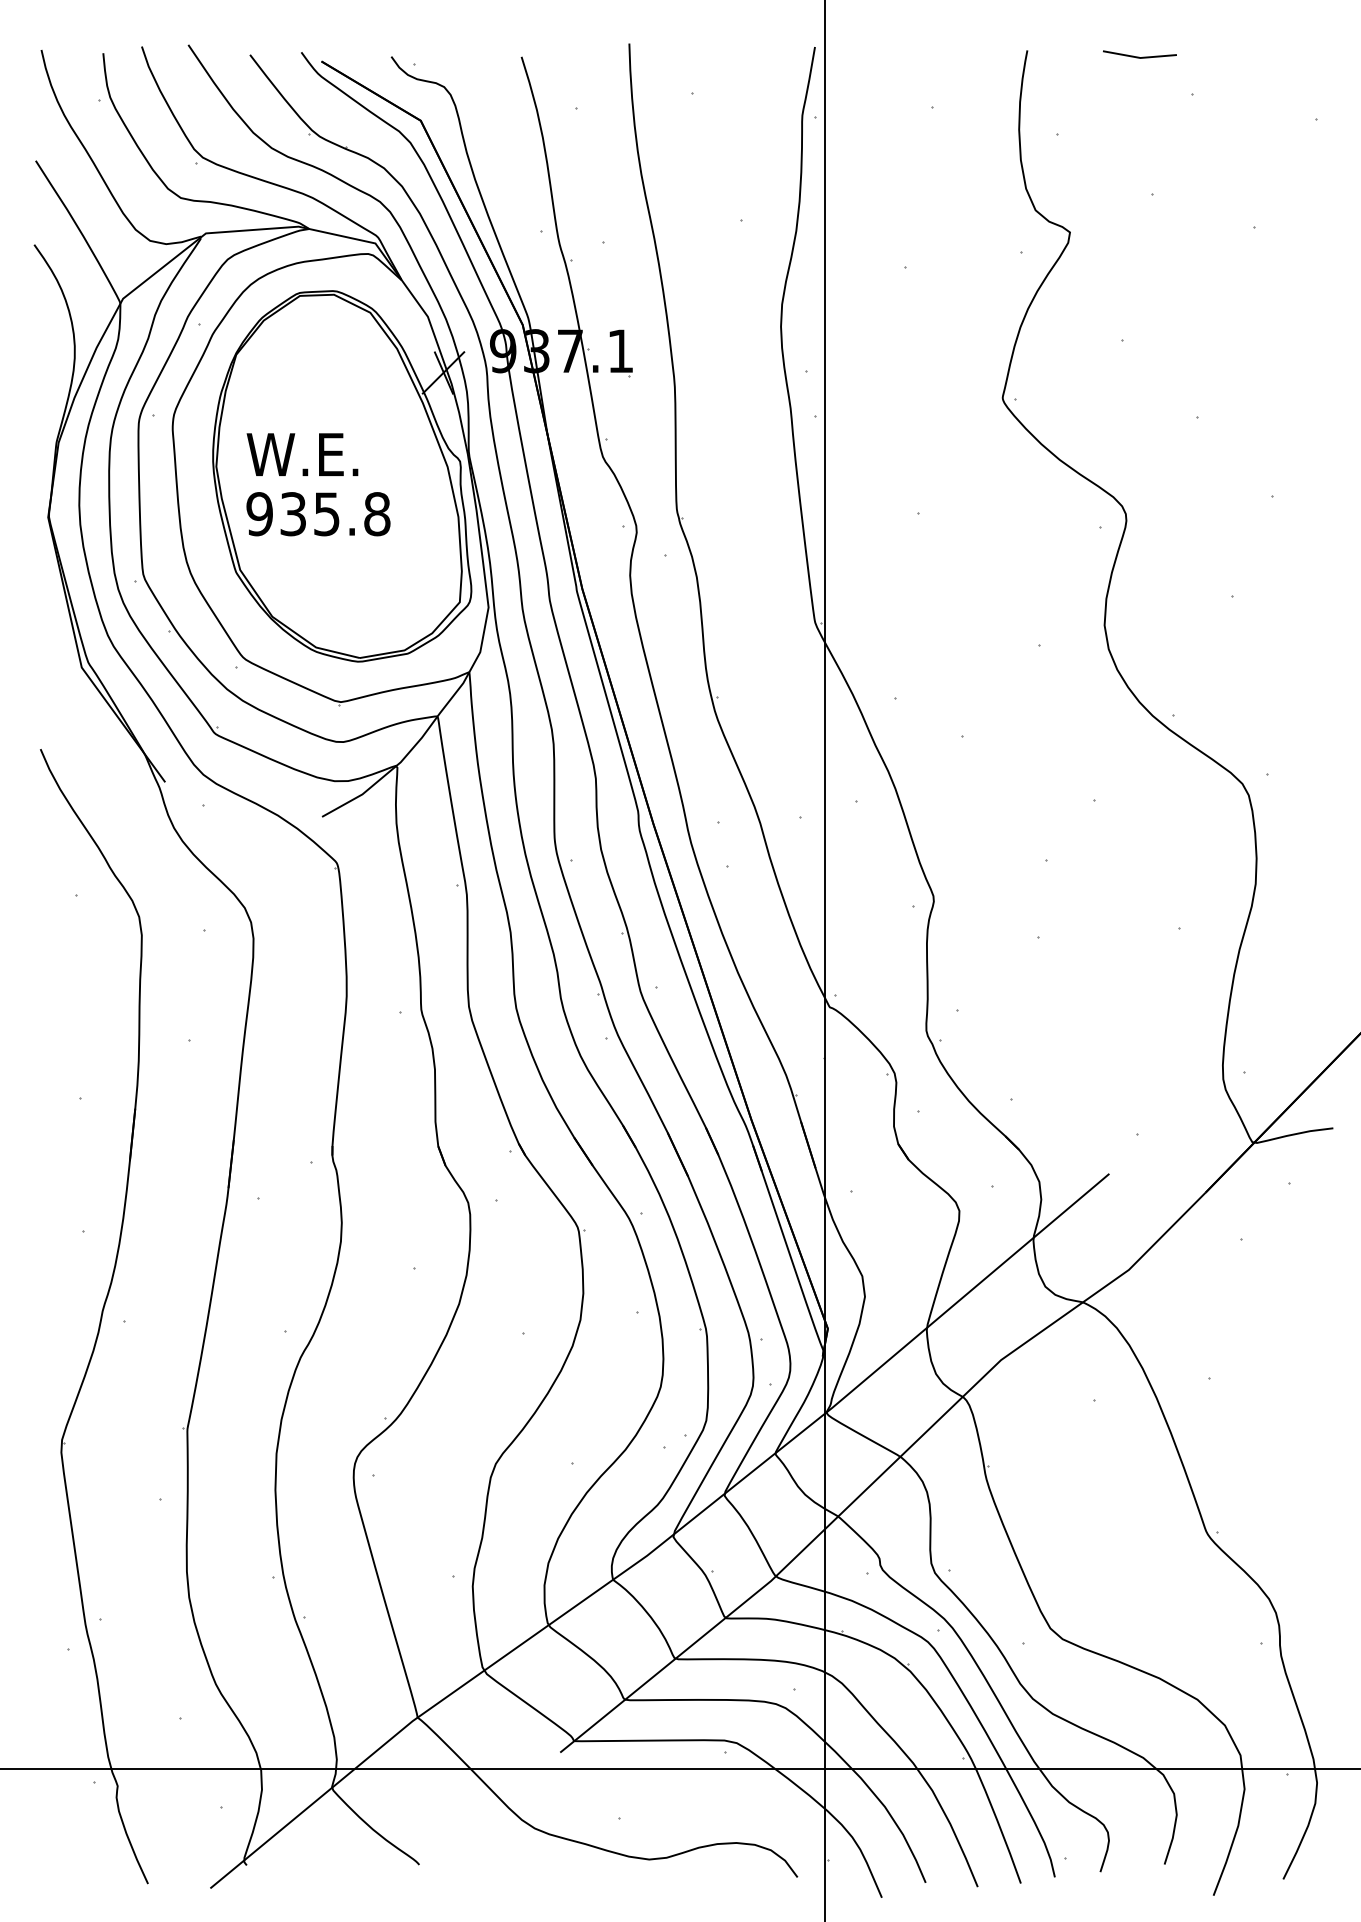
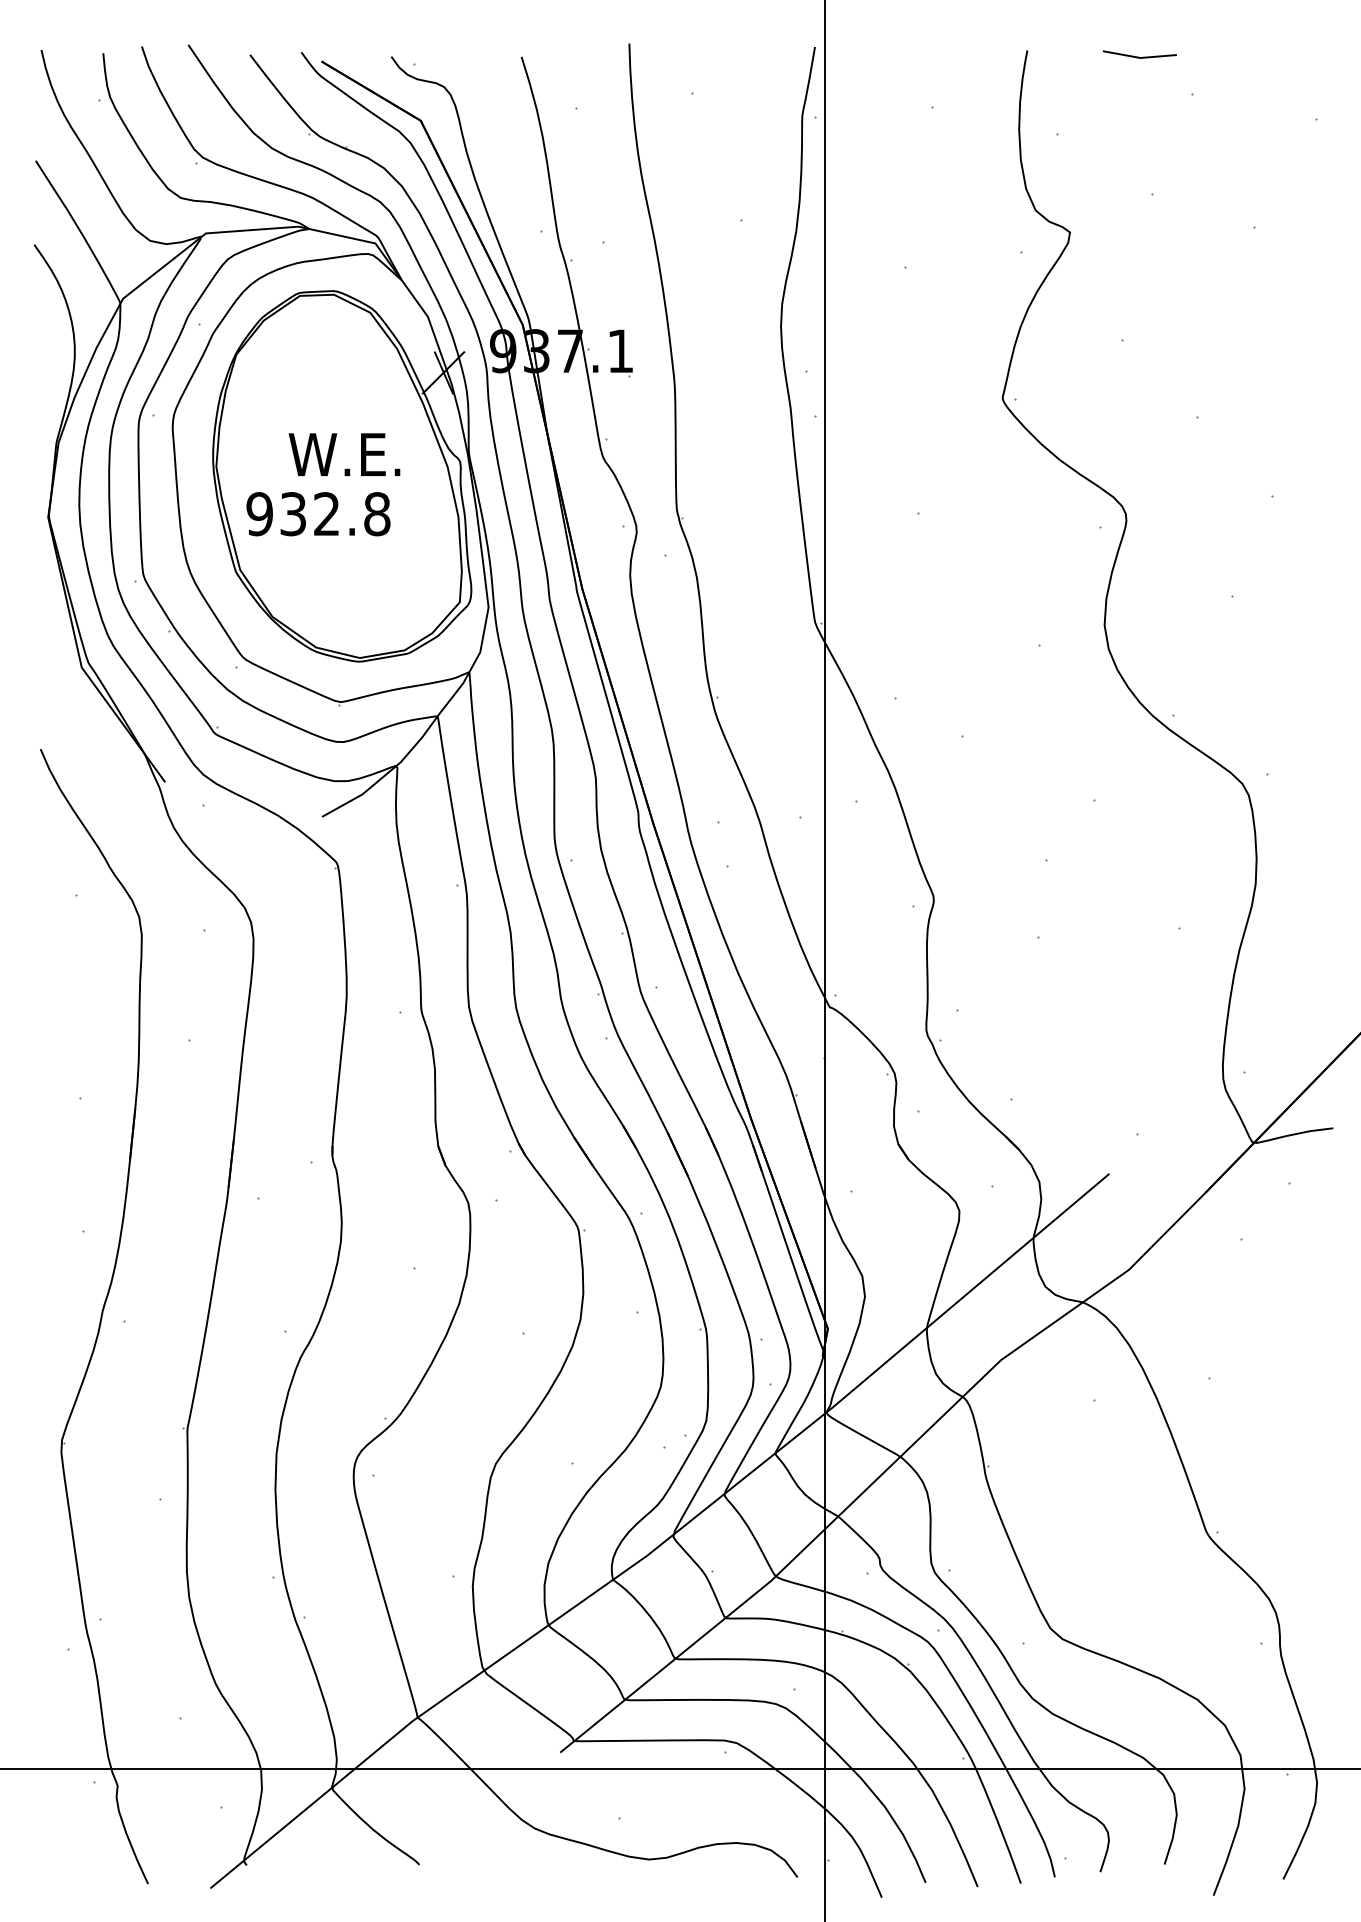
text at (302, 454) position: (302, 454) -> (344, 454)
text at (326, 514): 935.8 -> 932.8
